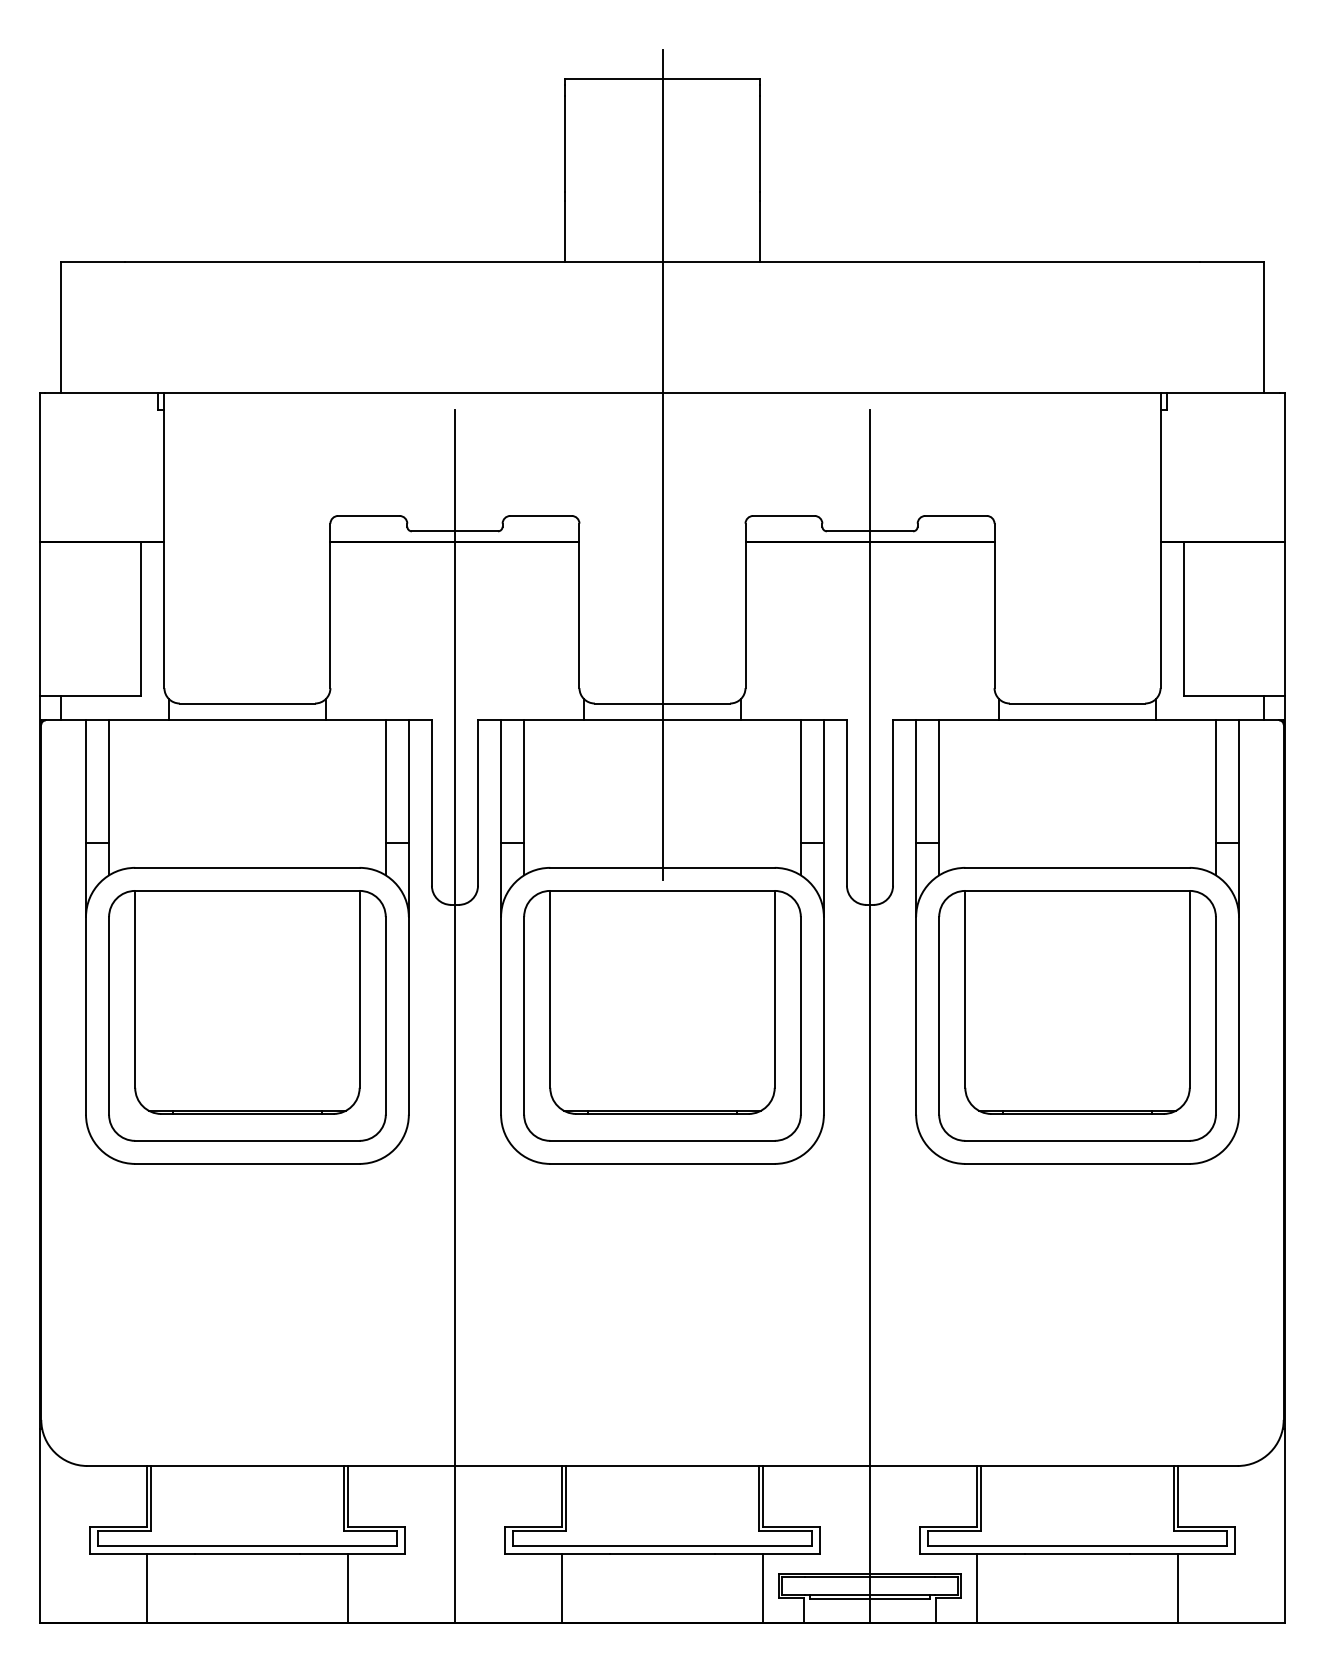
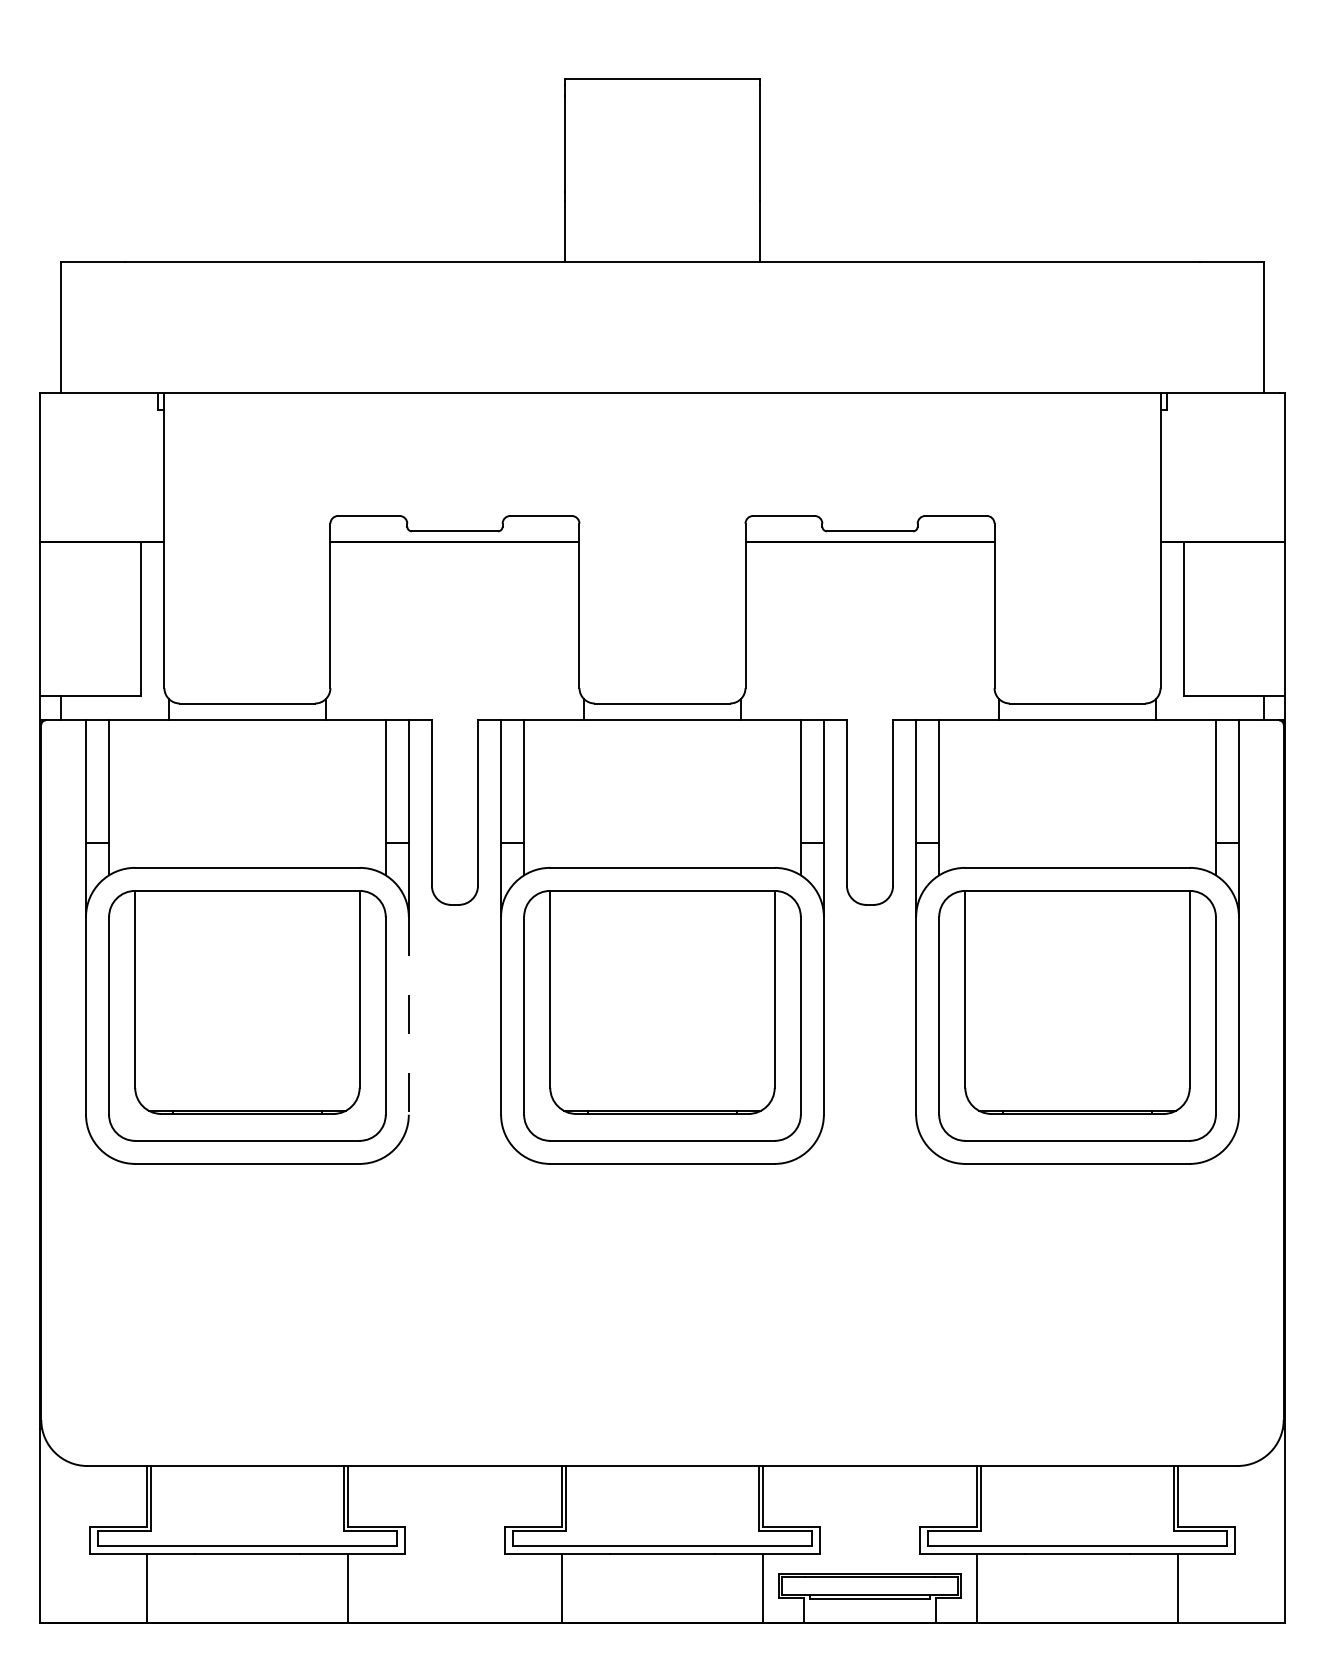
line at (662, 465): present -> none
line at (408, 1015): solid -> dashed
line at (454, 1015): present -> none
line at (870, 1015): present -> none
